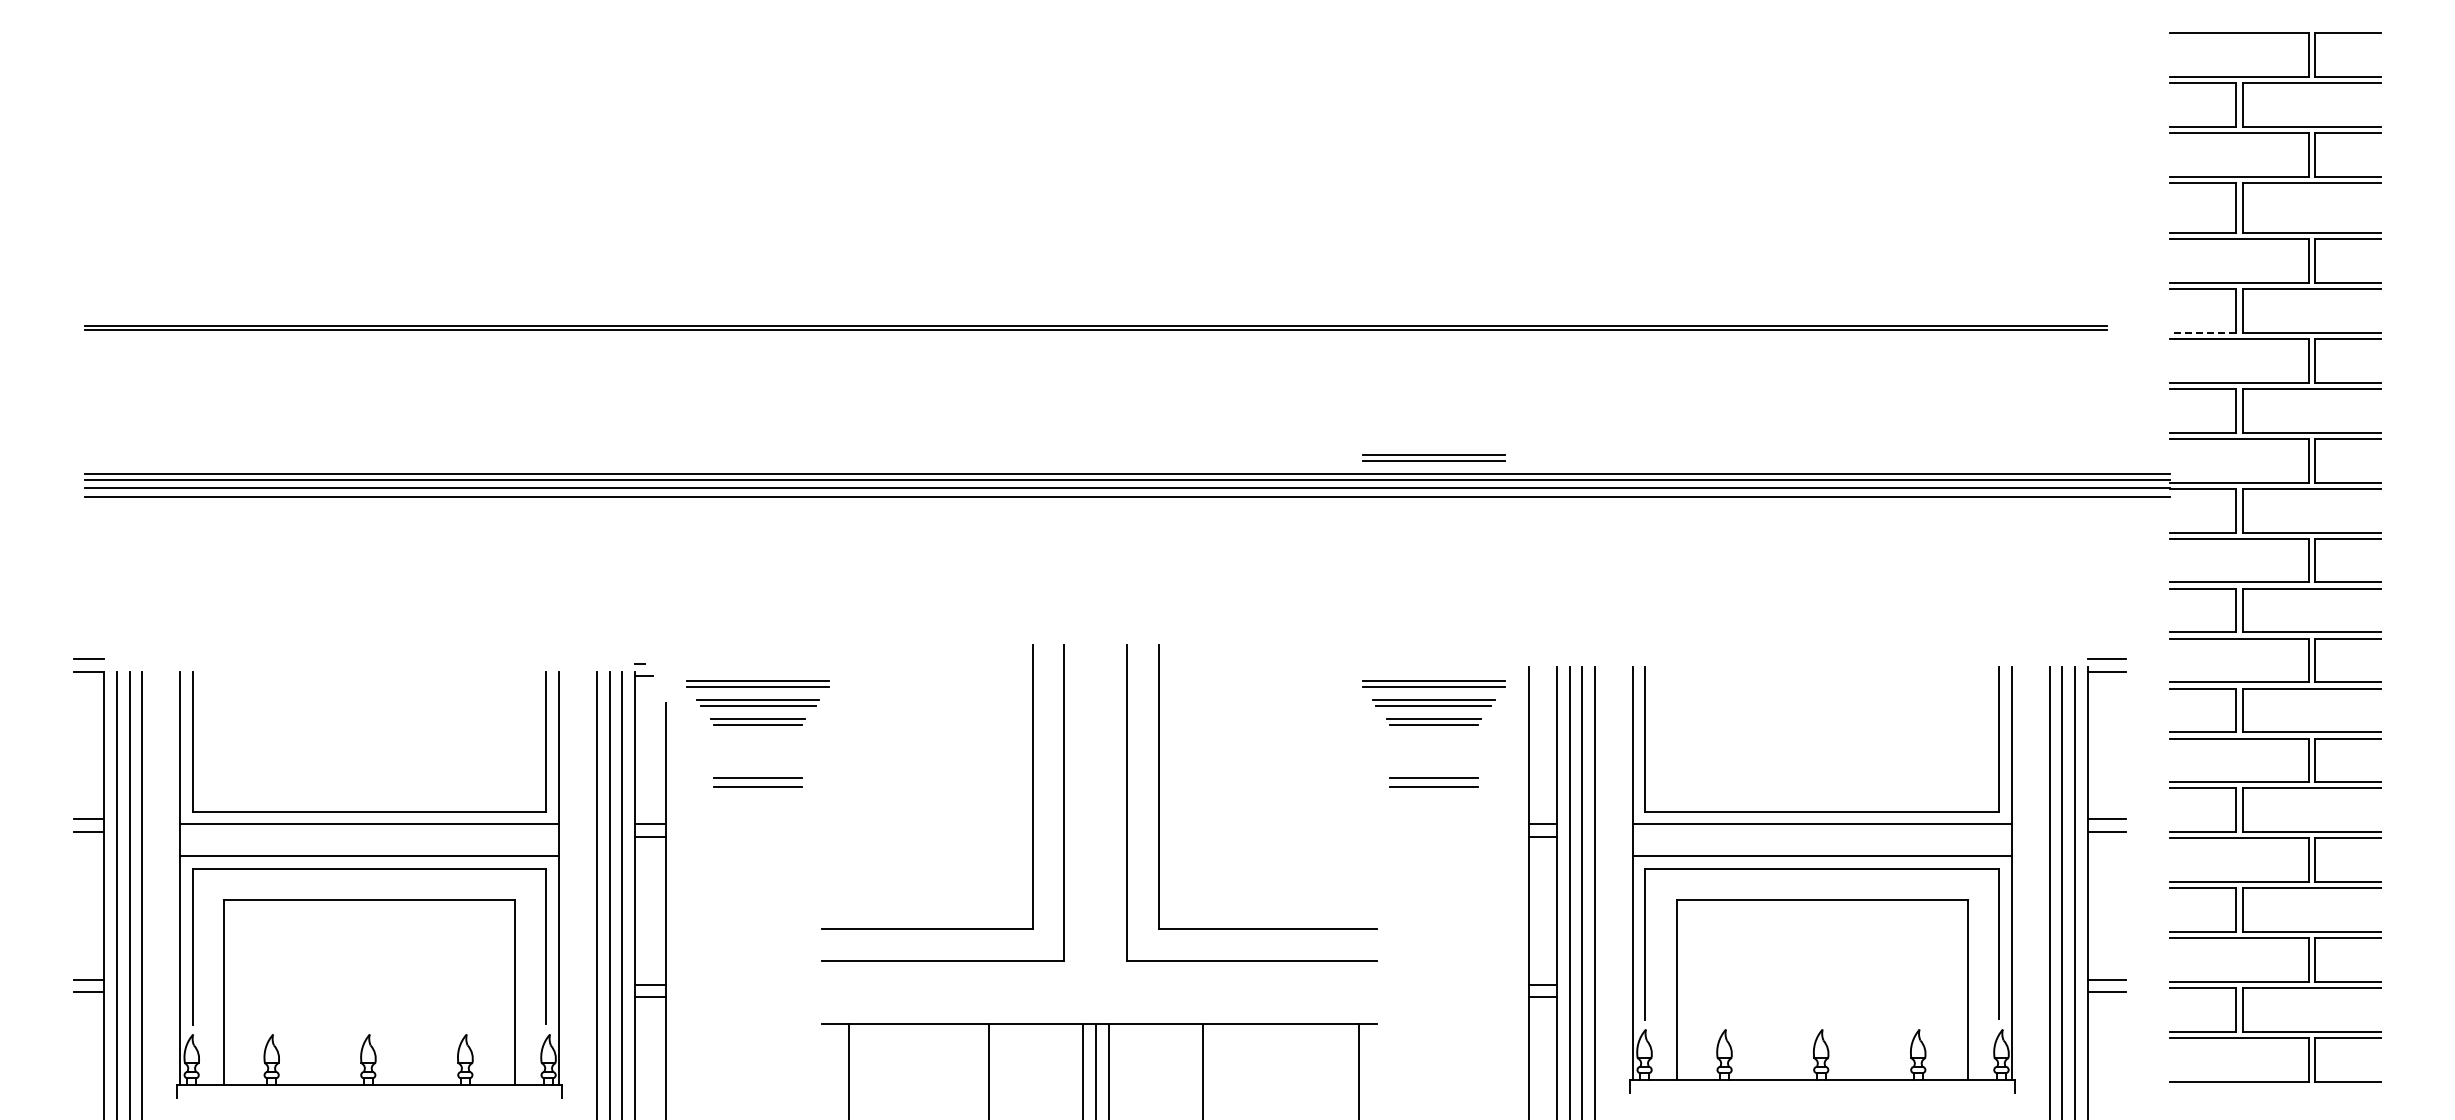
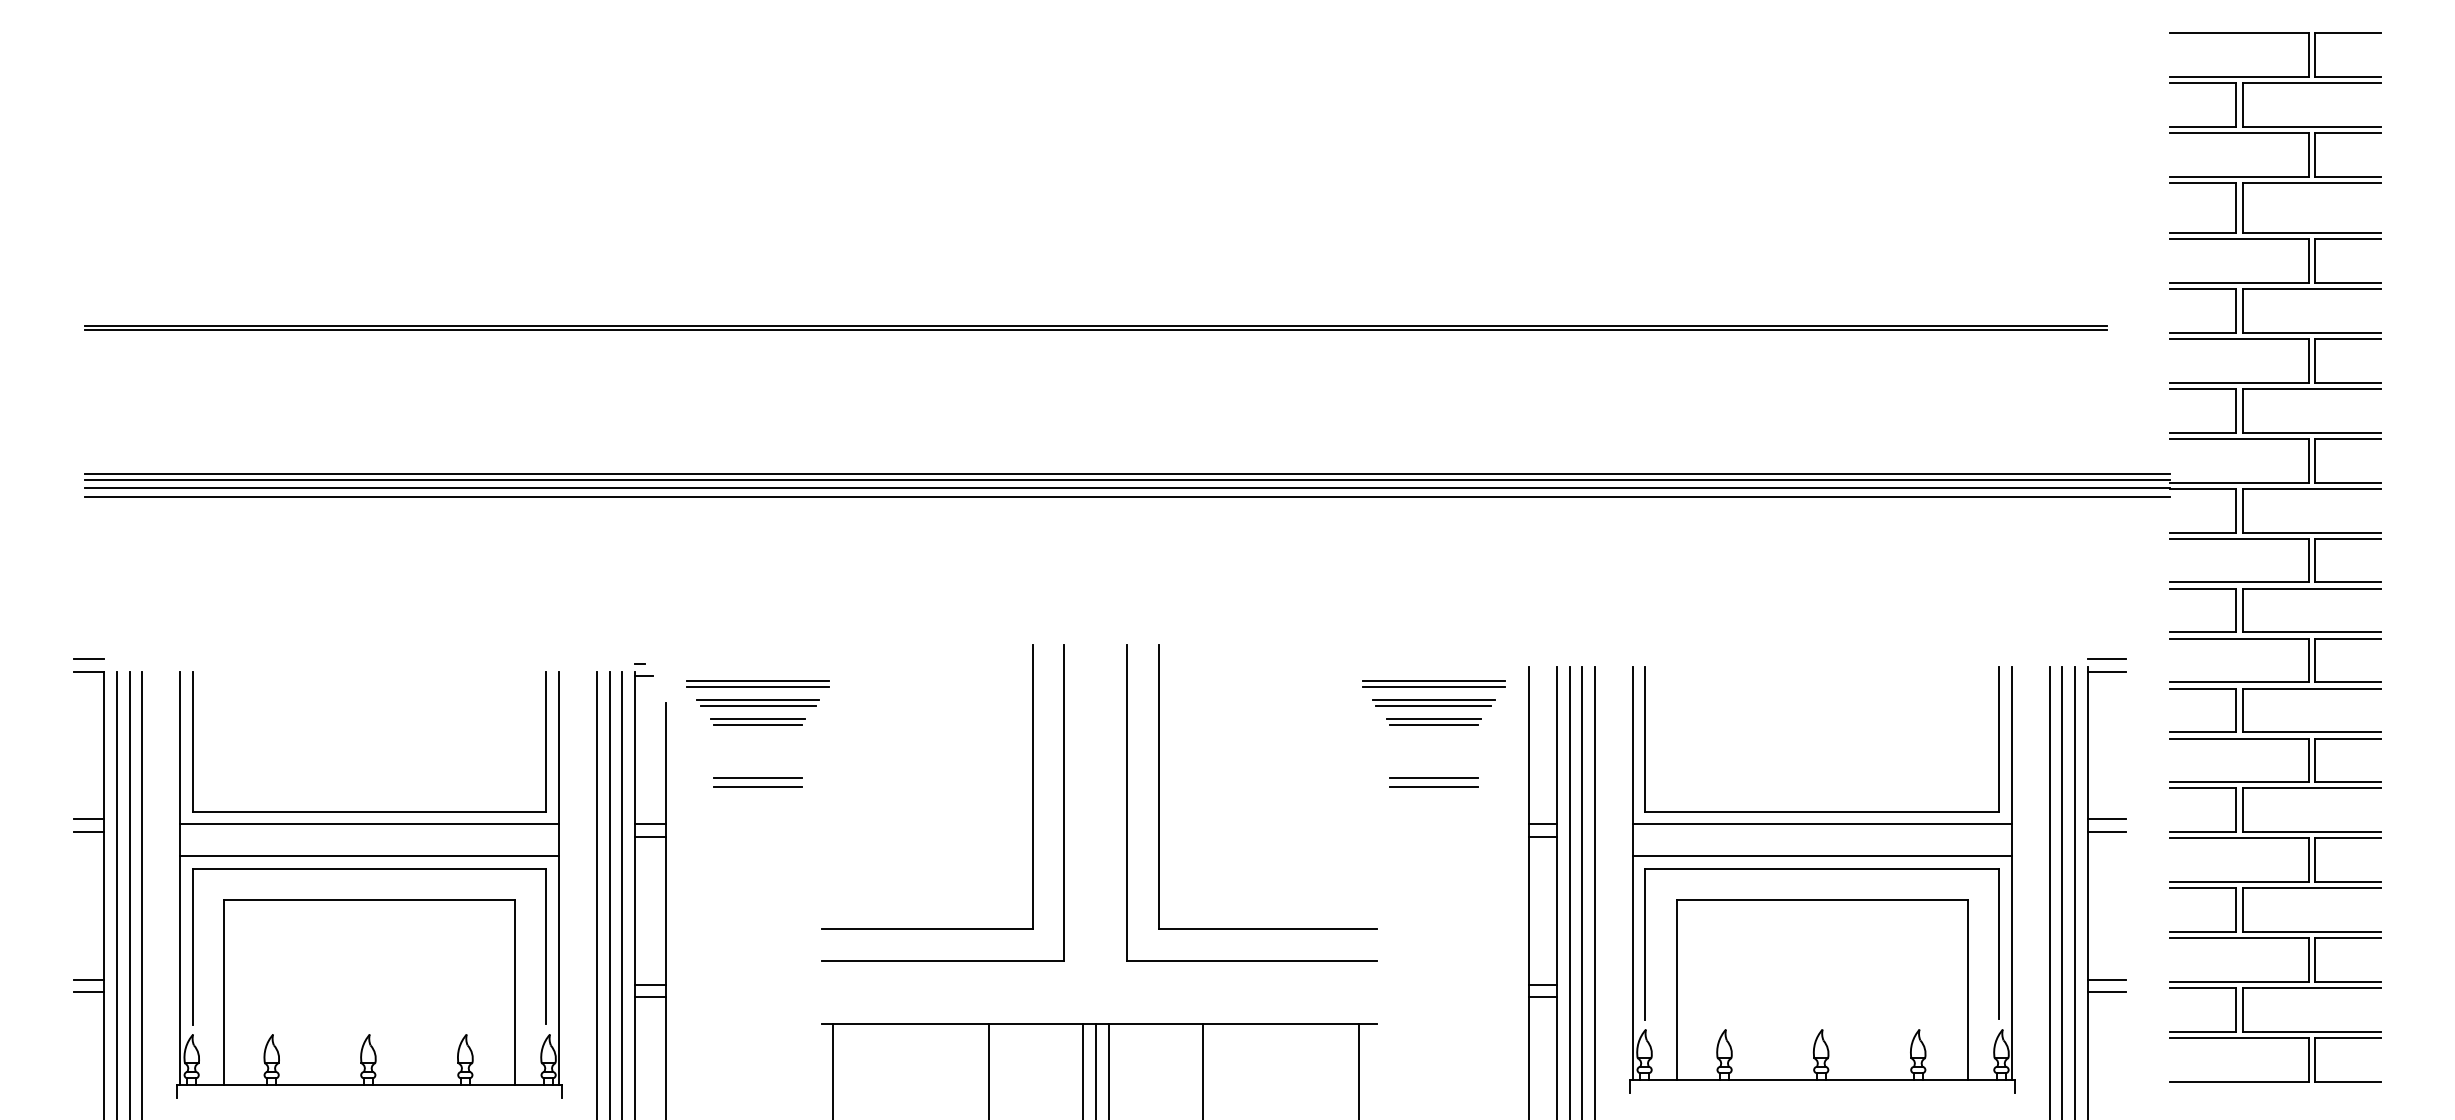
line at (2202, 332): dashed -> solid
part at (1433, 457): present -> none
line at (849, 1069) position: (849, 1069) -> (833, 1069)
